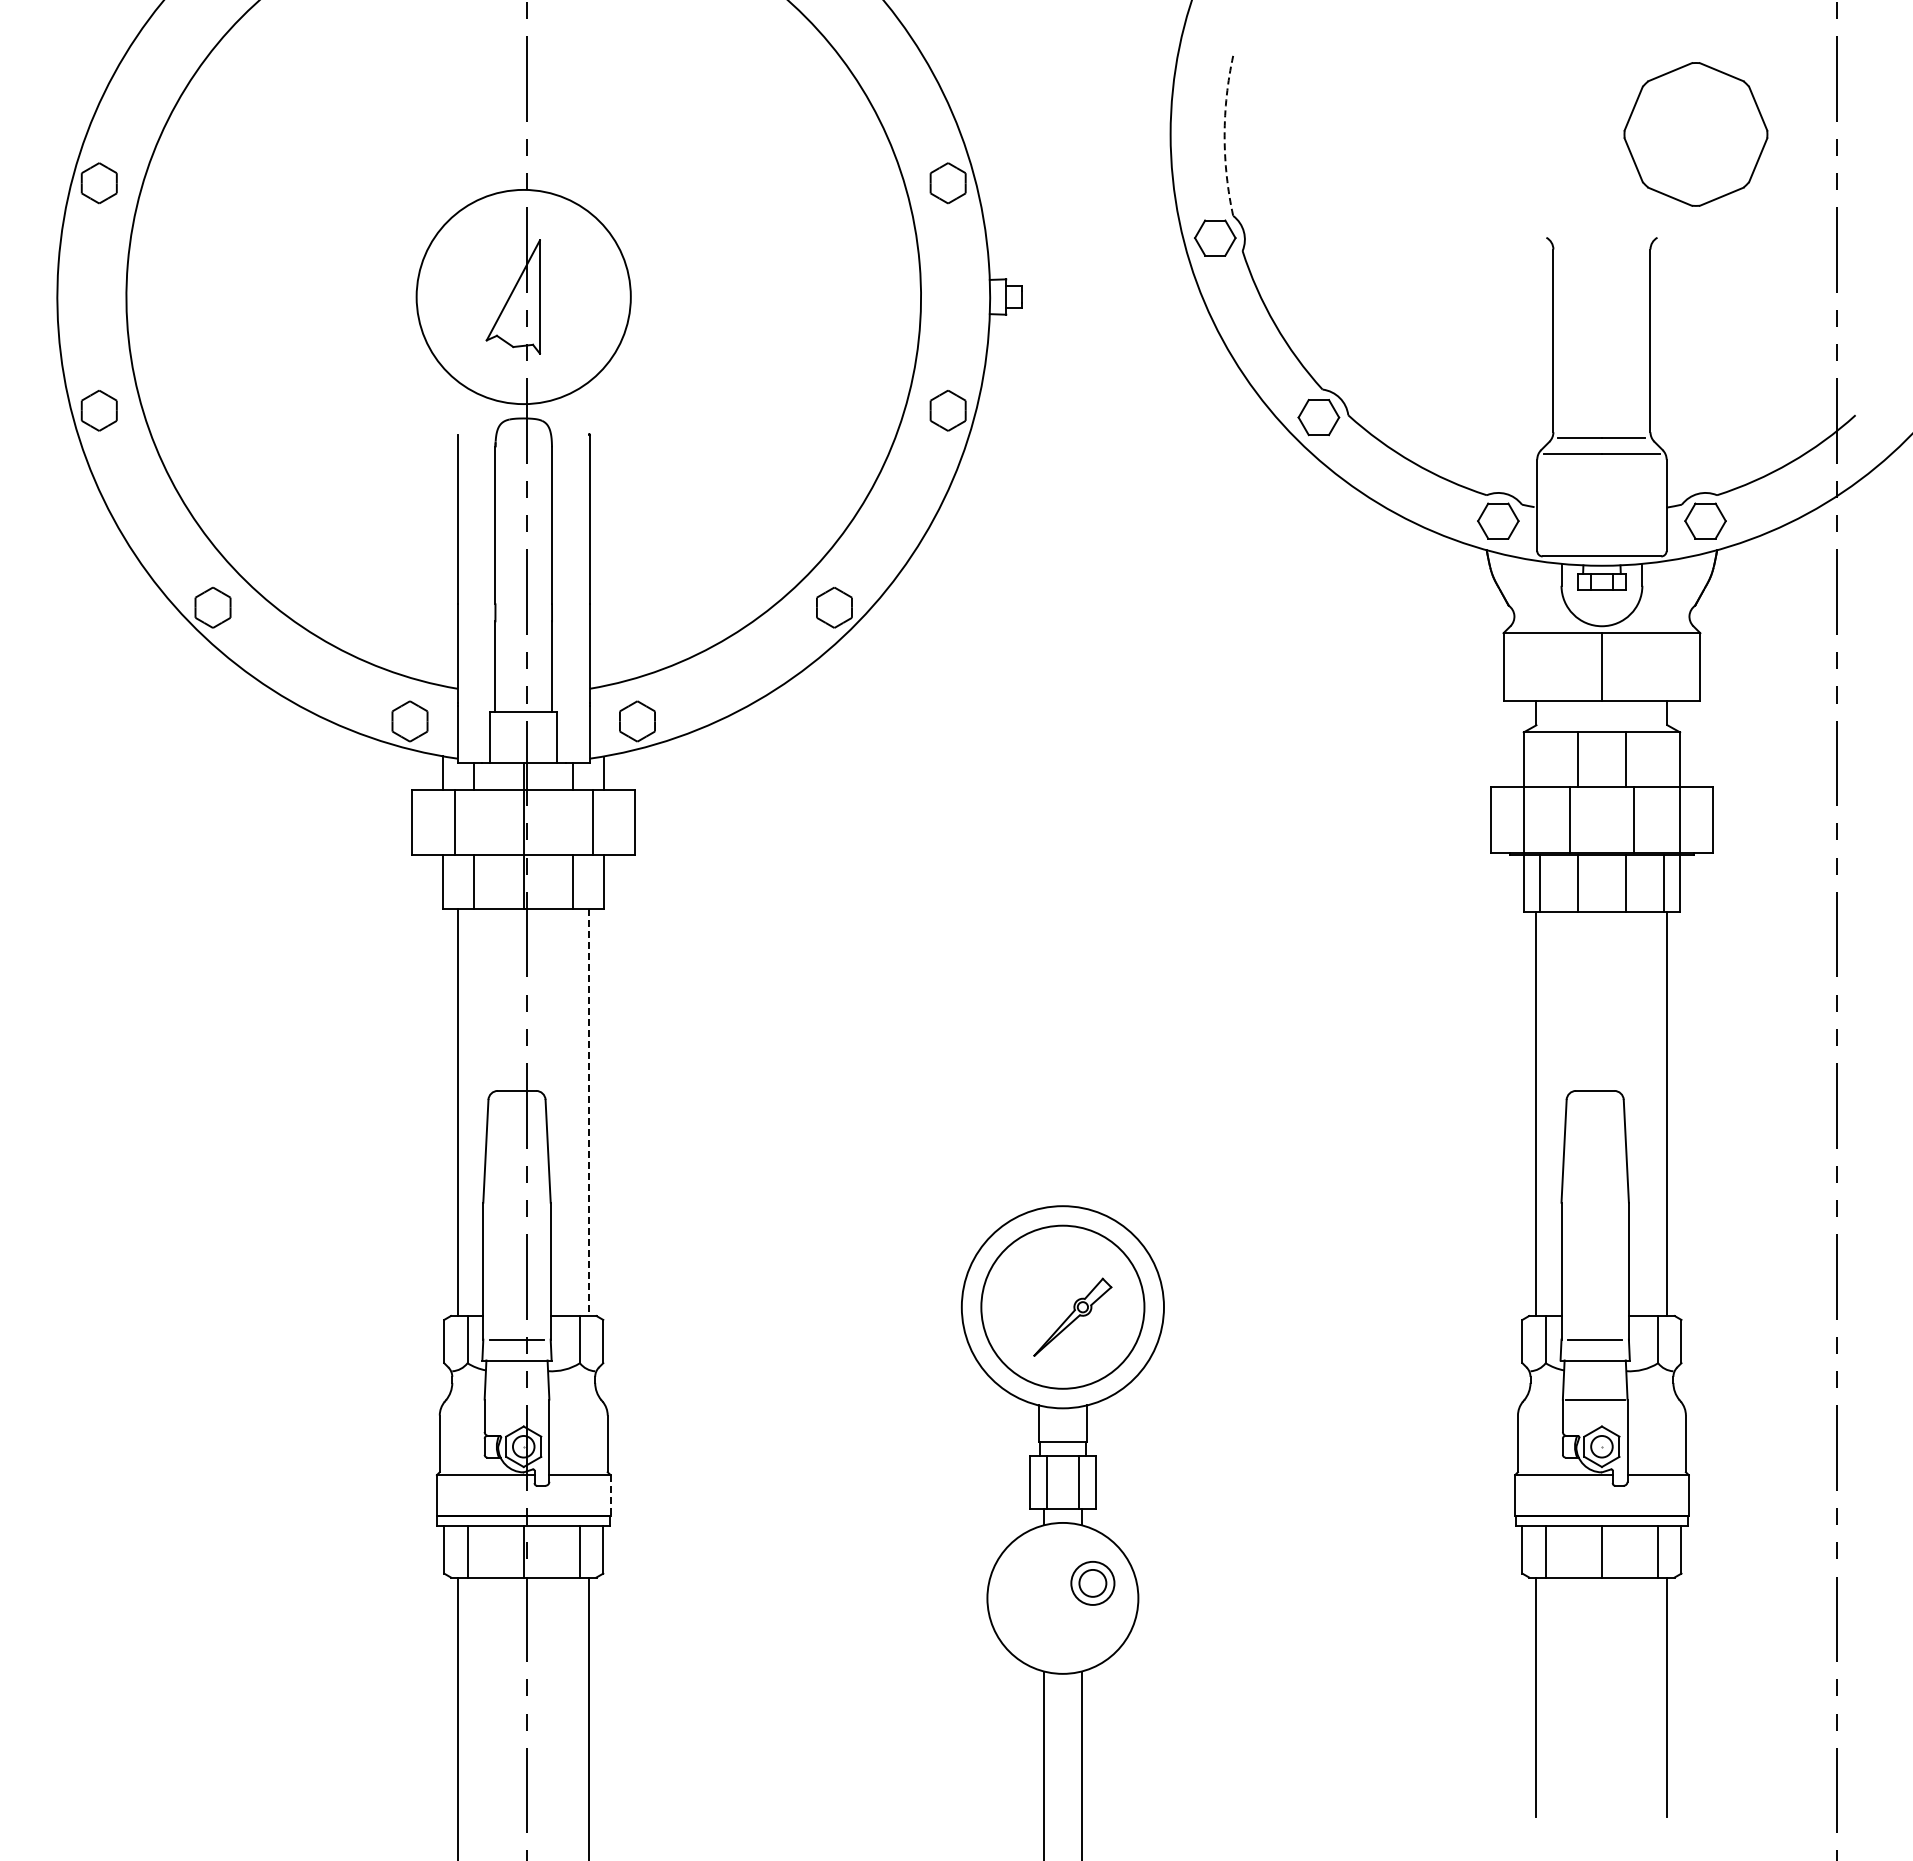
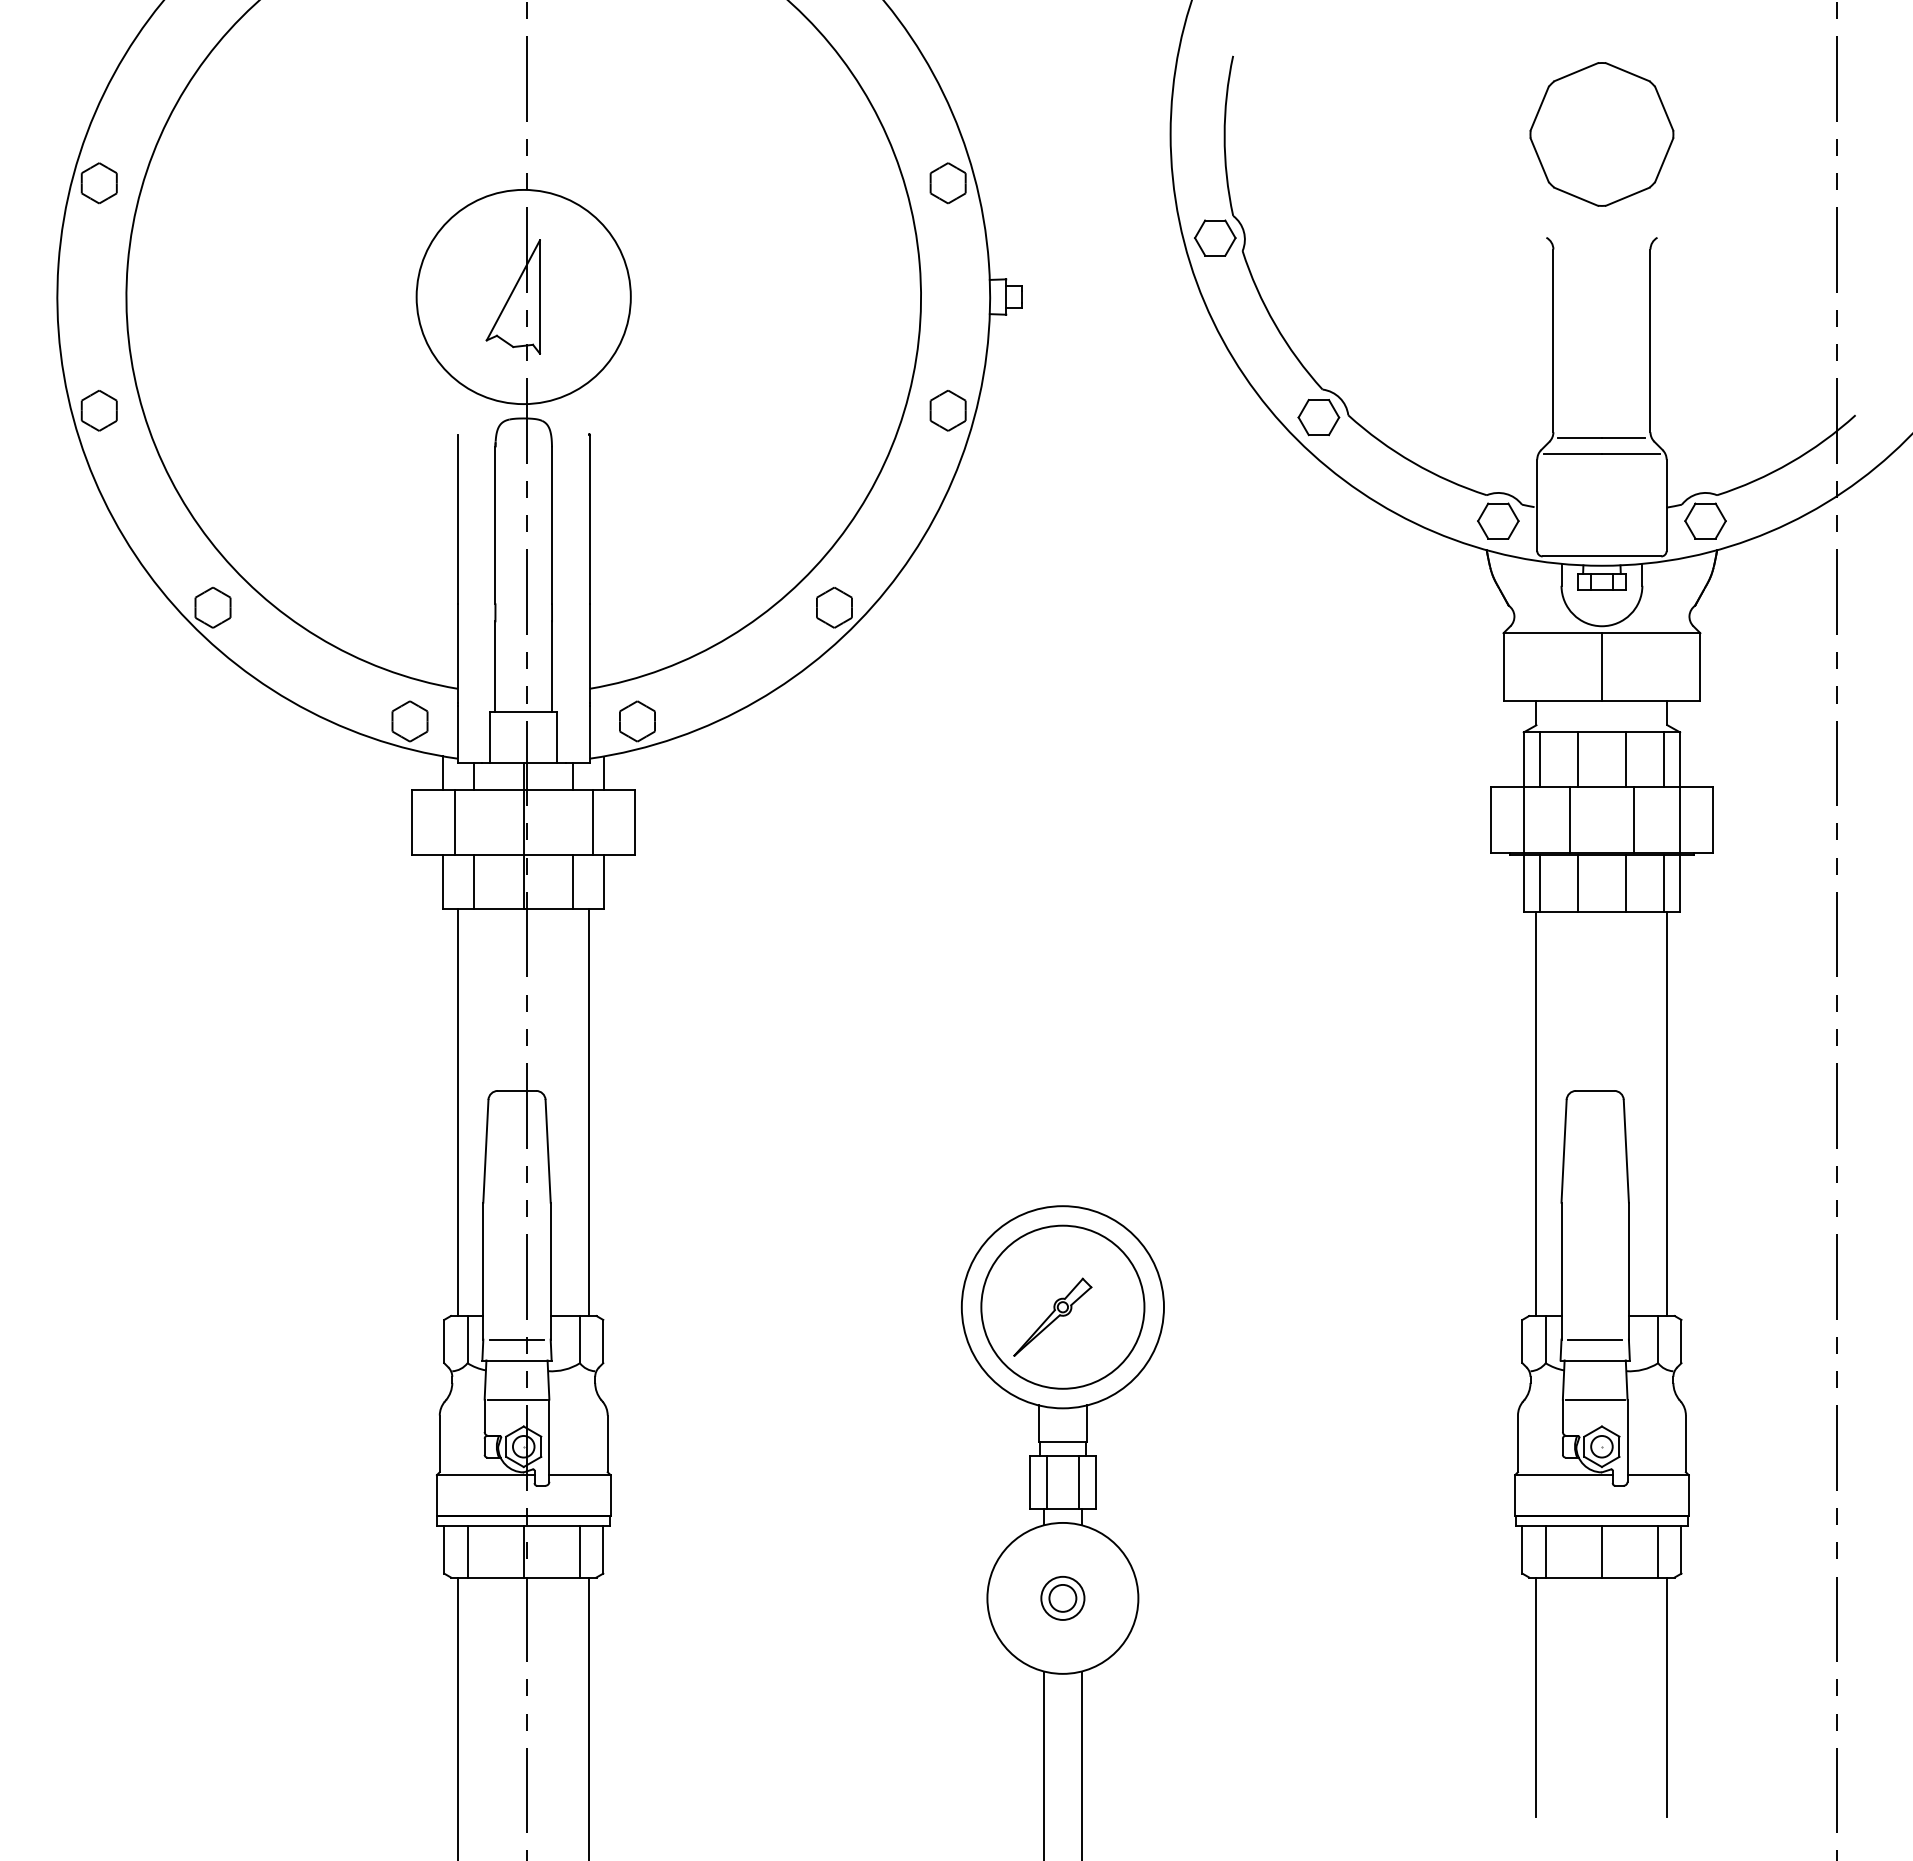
part at (1695, 134) position: (1695, 134) -> (1601, 134)
arc at (1224, 135): dashed -> solid
line at (1539, 759): none -> present
line at (1663, 759): none -> present
line at (589, 1112): dashed -> solid
part at (1072, 1316) position: (1072, 1316) -> (1052, 1316)
line at (516, 1399): none -> present
line at (610, 1495): dashed -> solid
part at (1092, 1583) position: (1092, 1583) -> (1062, 1598)
